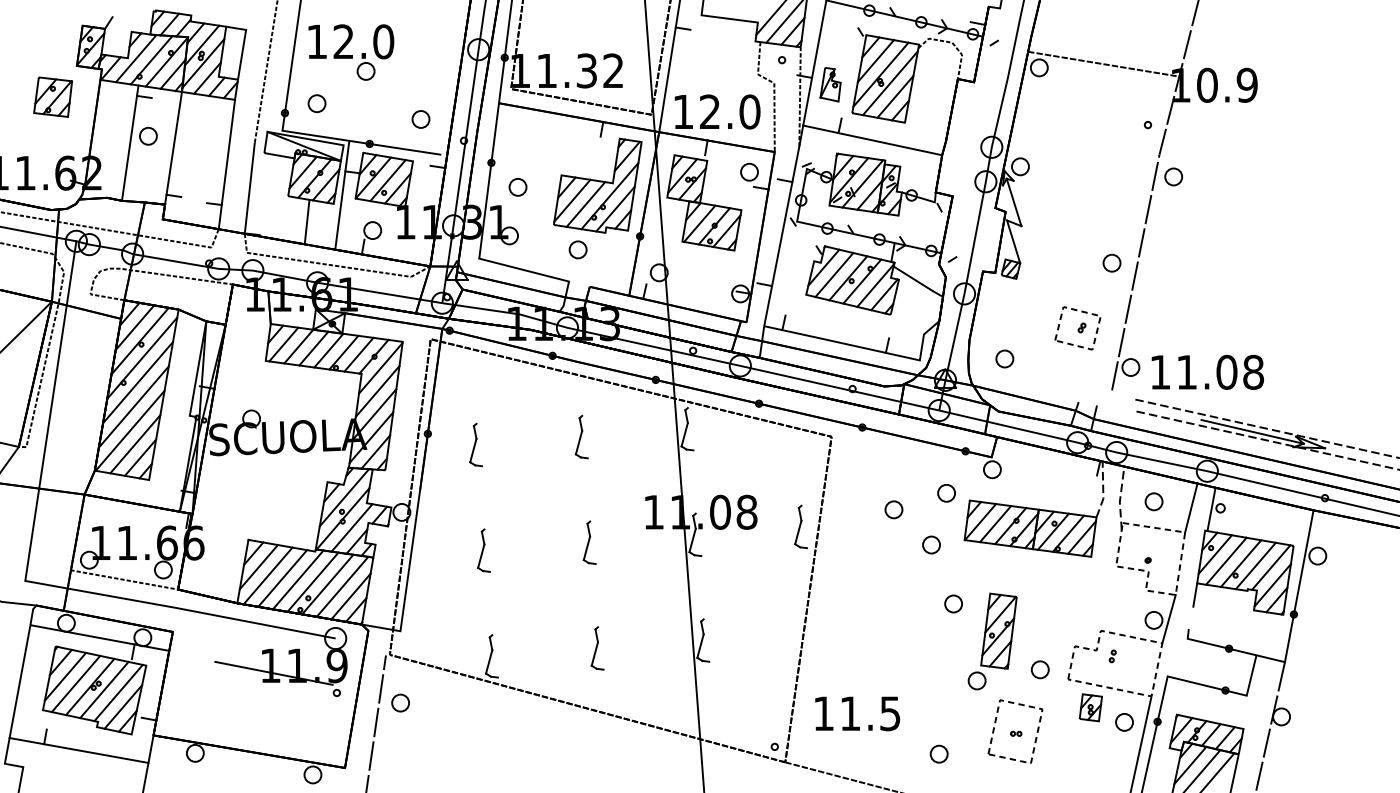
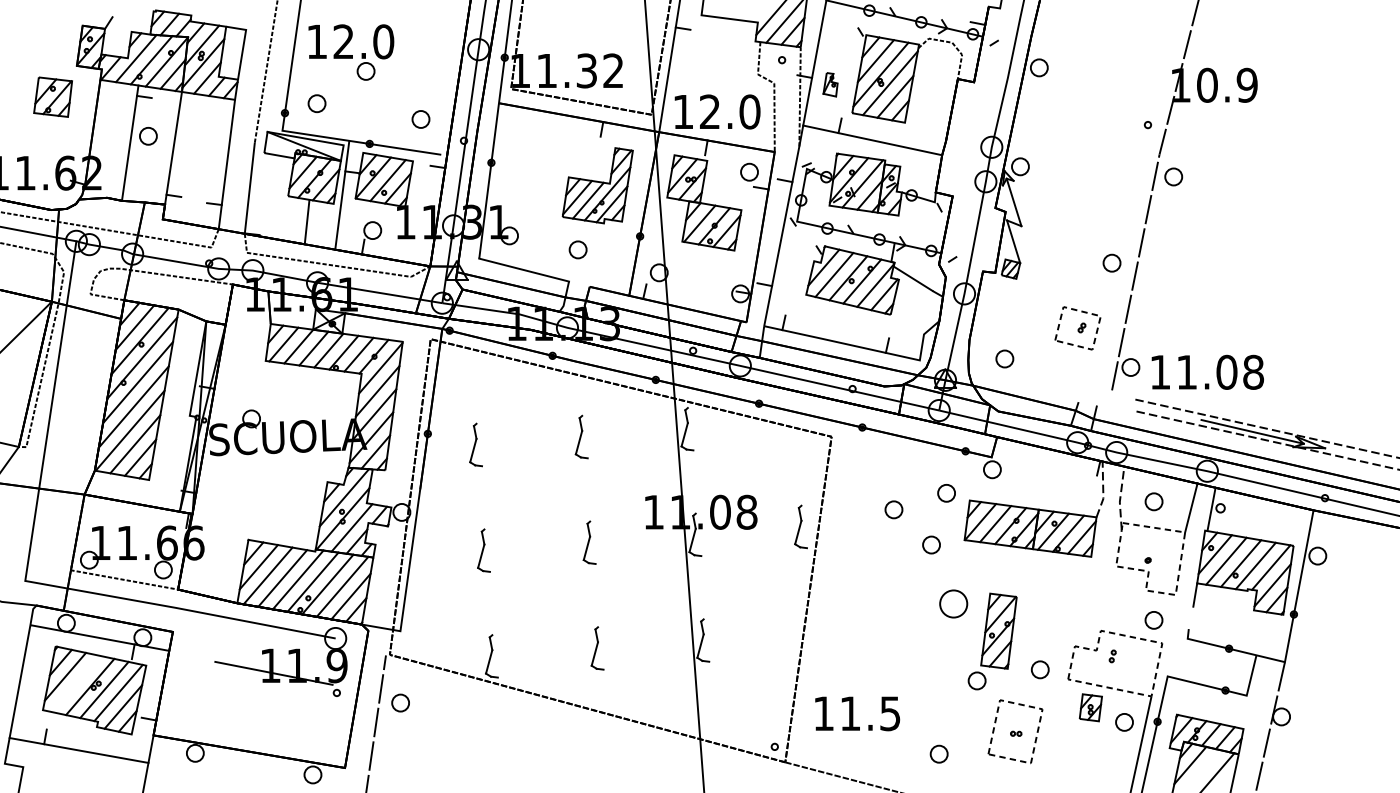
line at (1103, 63): present -> none
part at (830, 84) size: 23x36 px -> 17x26 px
part at (597, 185) size: 90x97 px -> 73x78 px
part at (517, 187): present -> none
part at (953, 603) size: 19x20 px -> 30x30 px
line at (1168, 619): present -> none
line at (75, 683): present -> none
line at (1203, 769): present -> none
